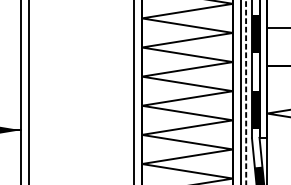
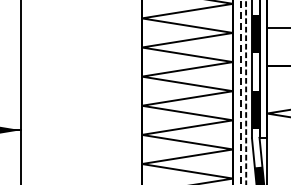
line at (28, 91): present -> none
line at (134, 91): present -> none
line at (240, 92): solid -> dashed
